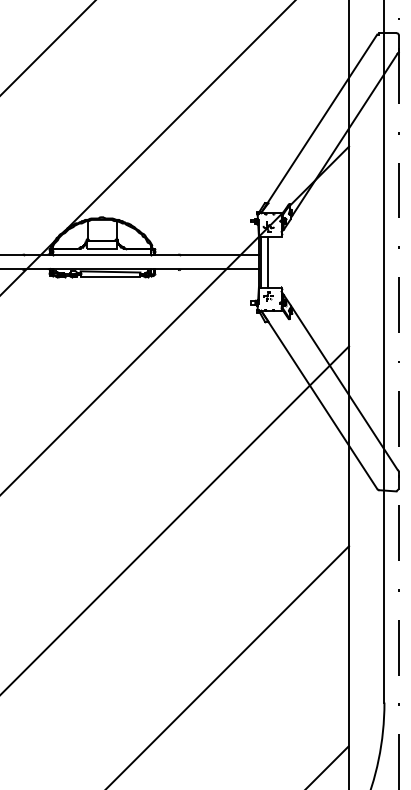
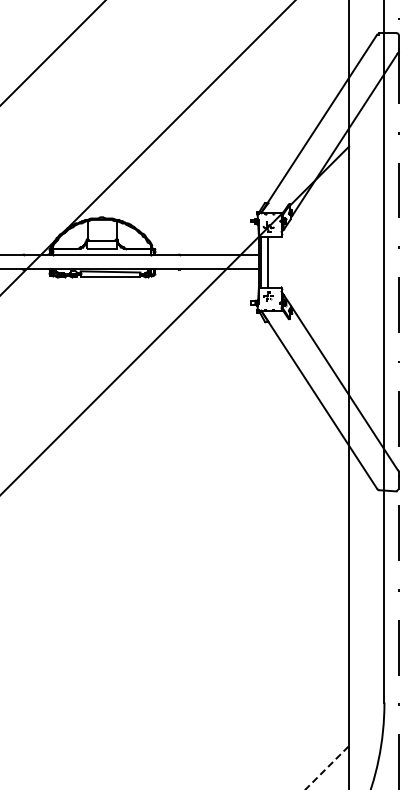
line at (47, 47) position: (47, 47) -> (52, 52)
line at (175, 519): present -> none
line at (228, 666): present -> none
line at (326, 768): solid -> dashed
